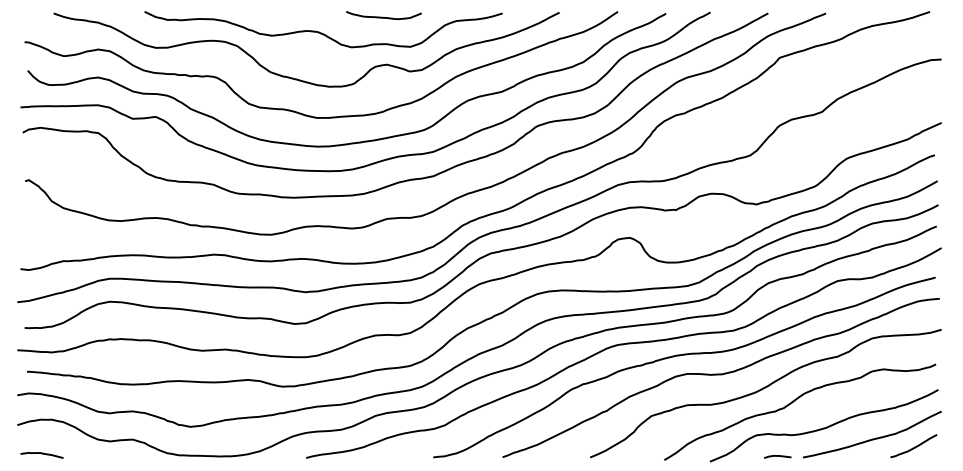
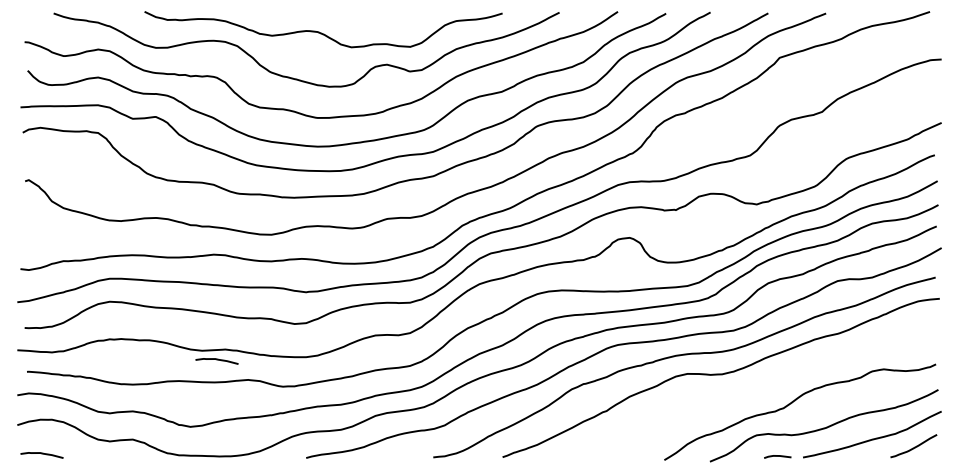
curve at (383, 16): present -> none
curve at (216, 360): none -> present
curve at (763, 389): present -> none
